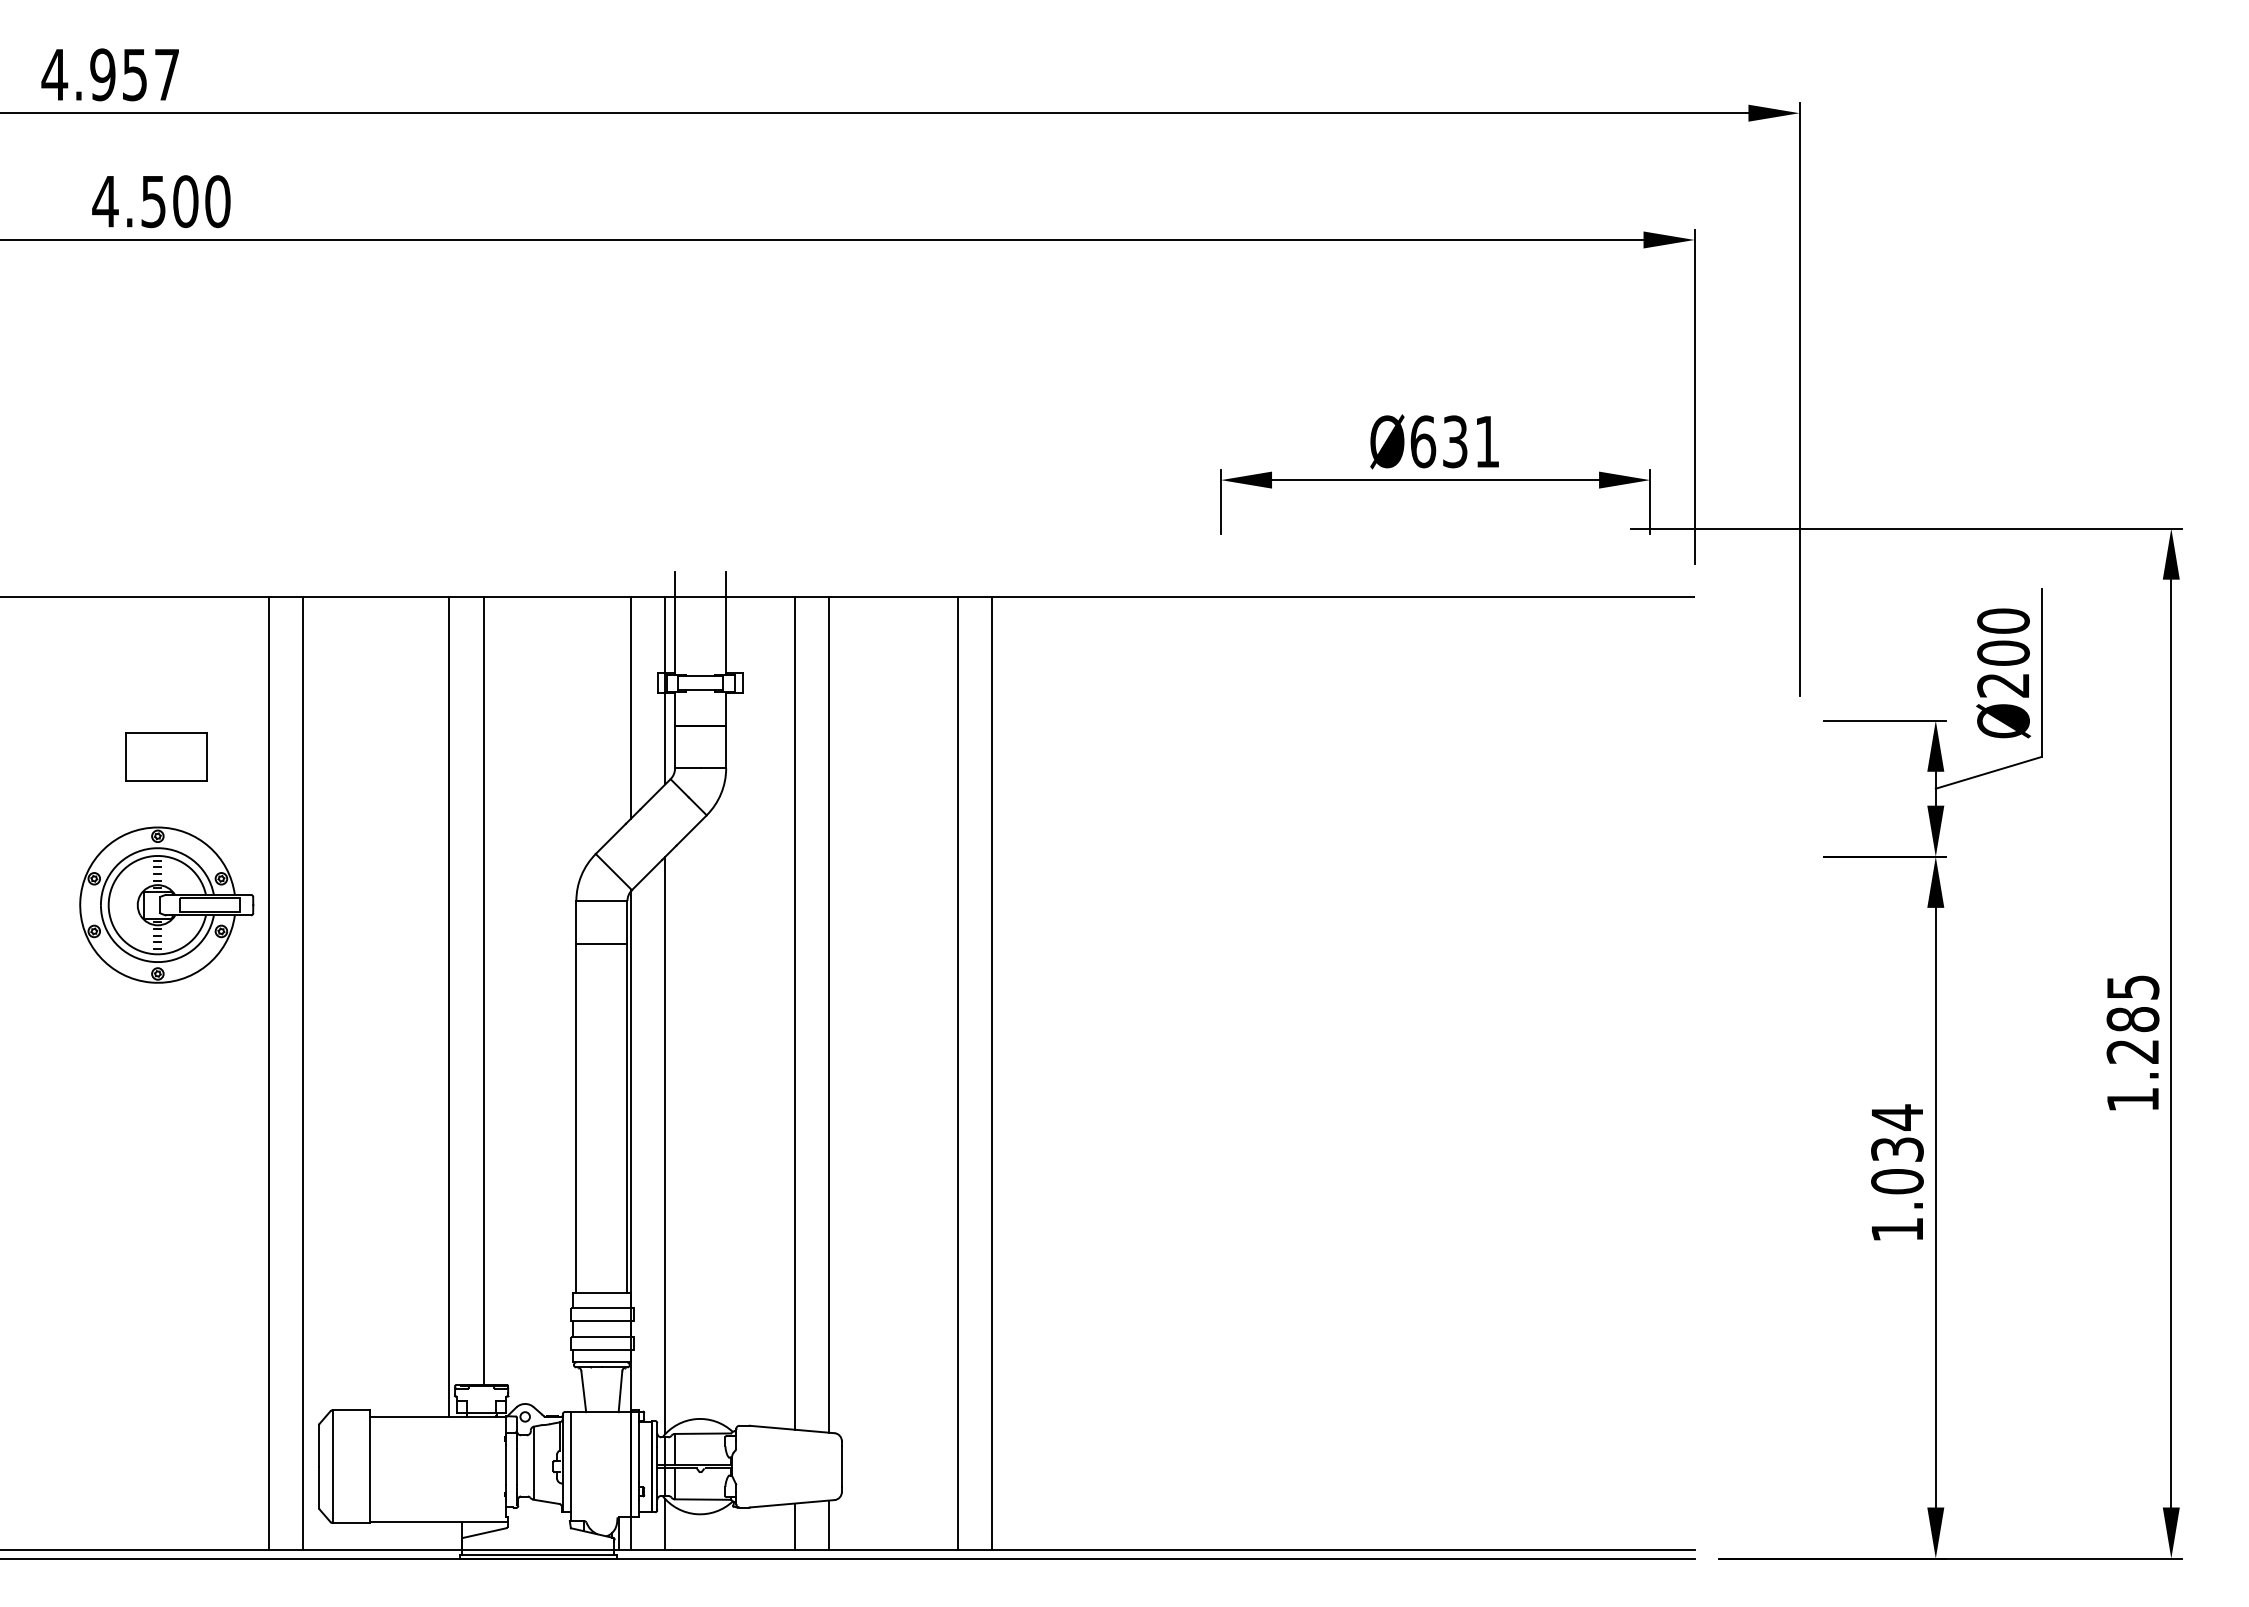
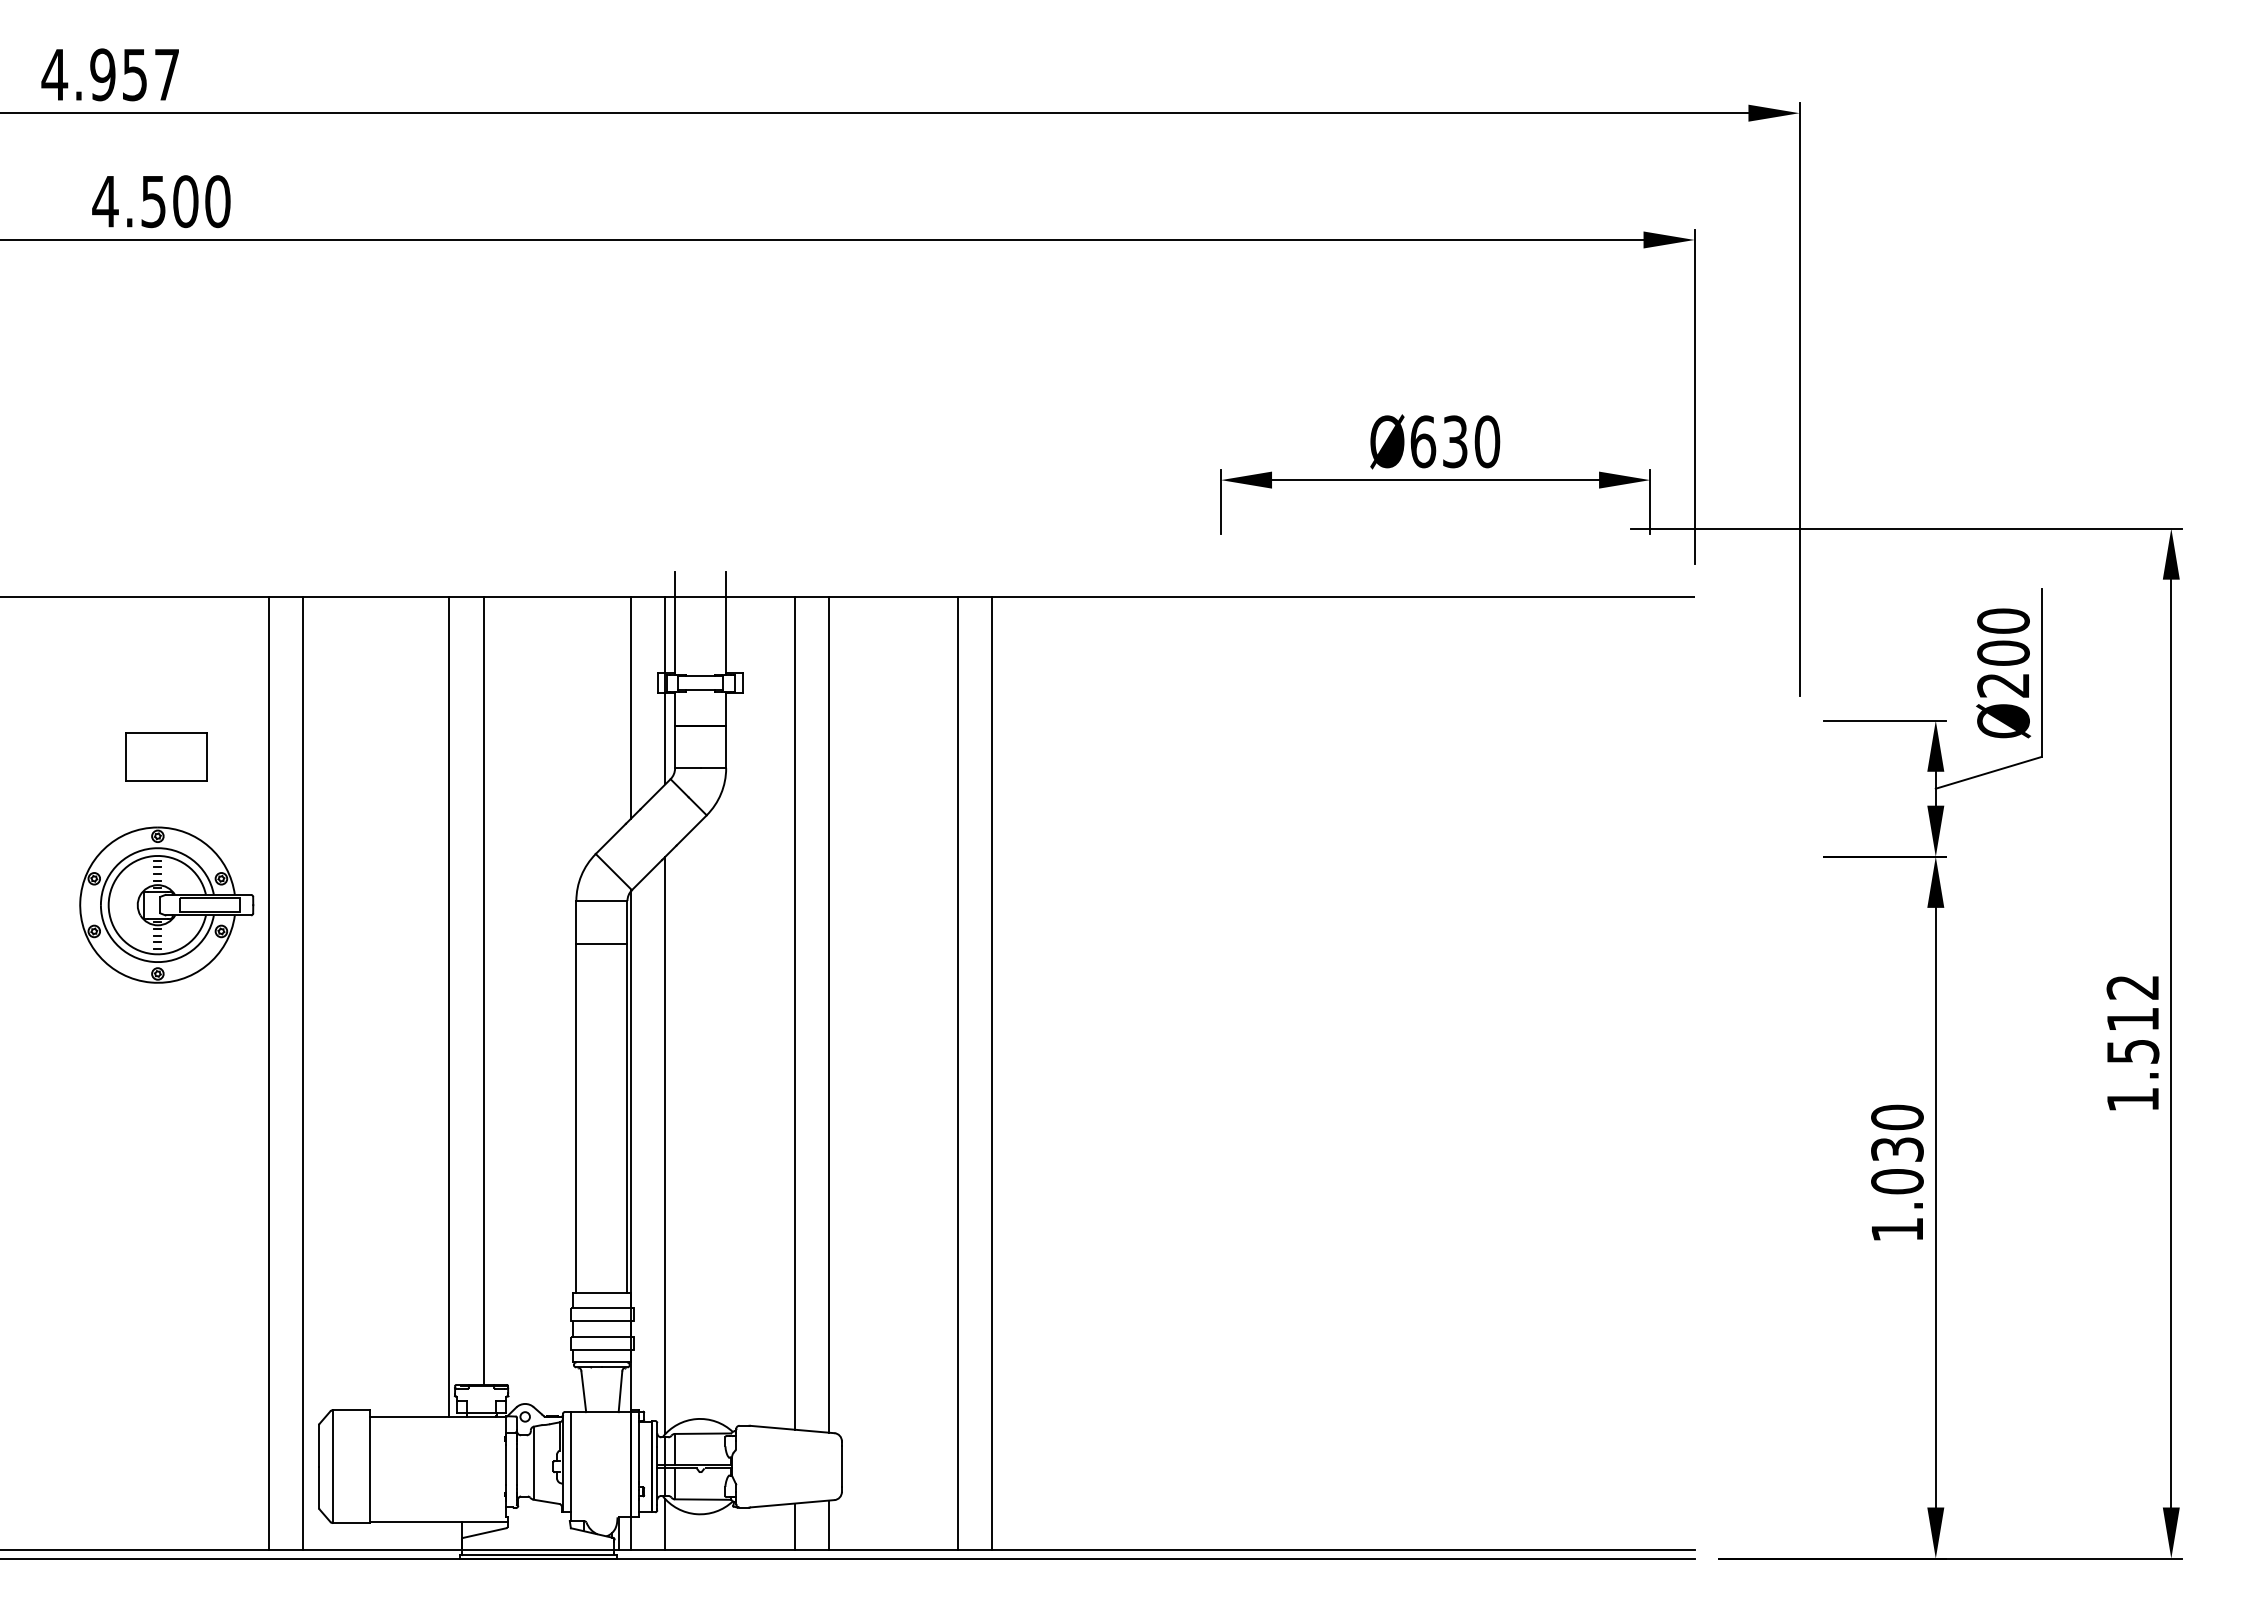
text at (1487, 441): Ø631 -> Ø630
text at (2132, 1019): 1.285 -> 1.512
text at (1897, 1117): 1.034 -> 1.030
